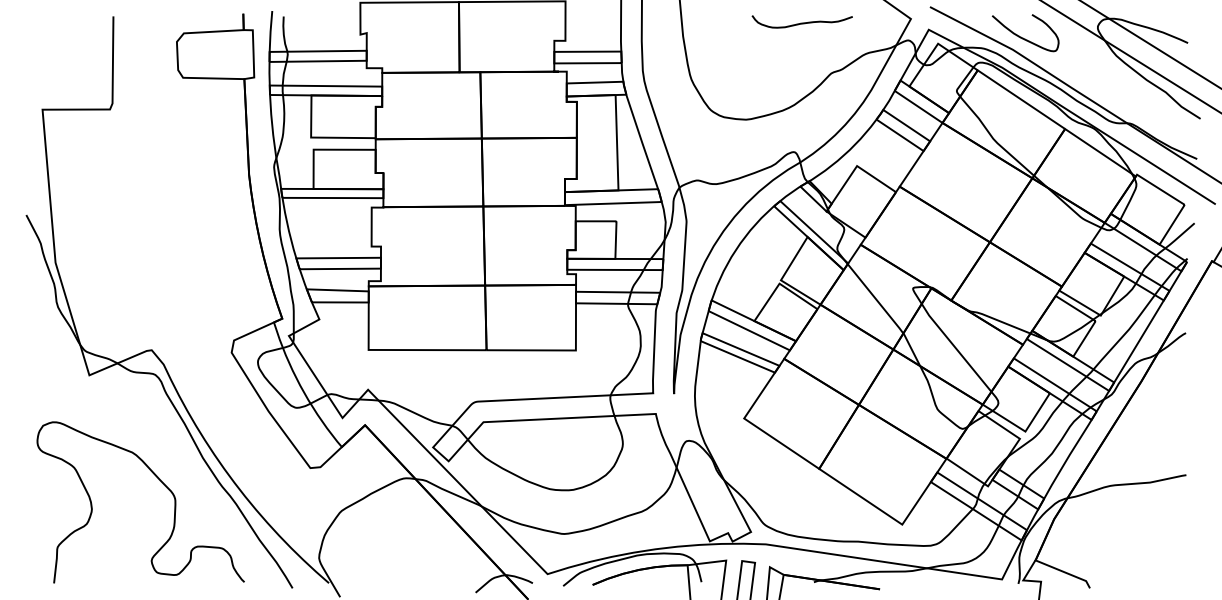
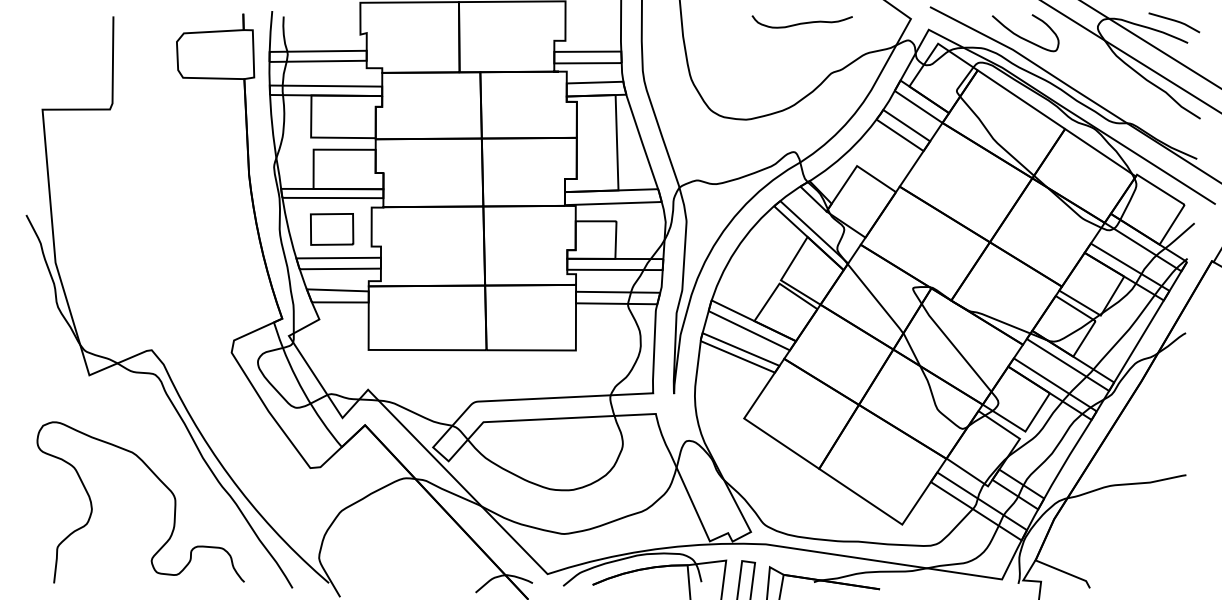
line at (1174, 21): none -> present
part at (332, 229): none -> present
